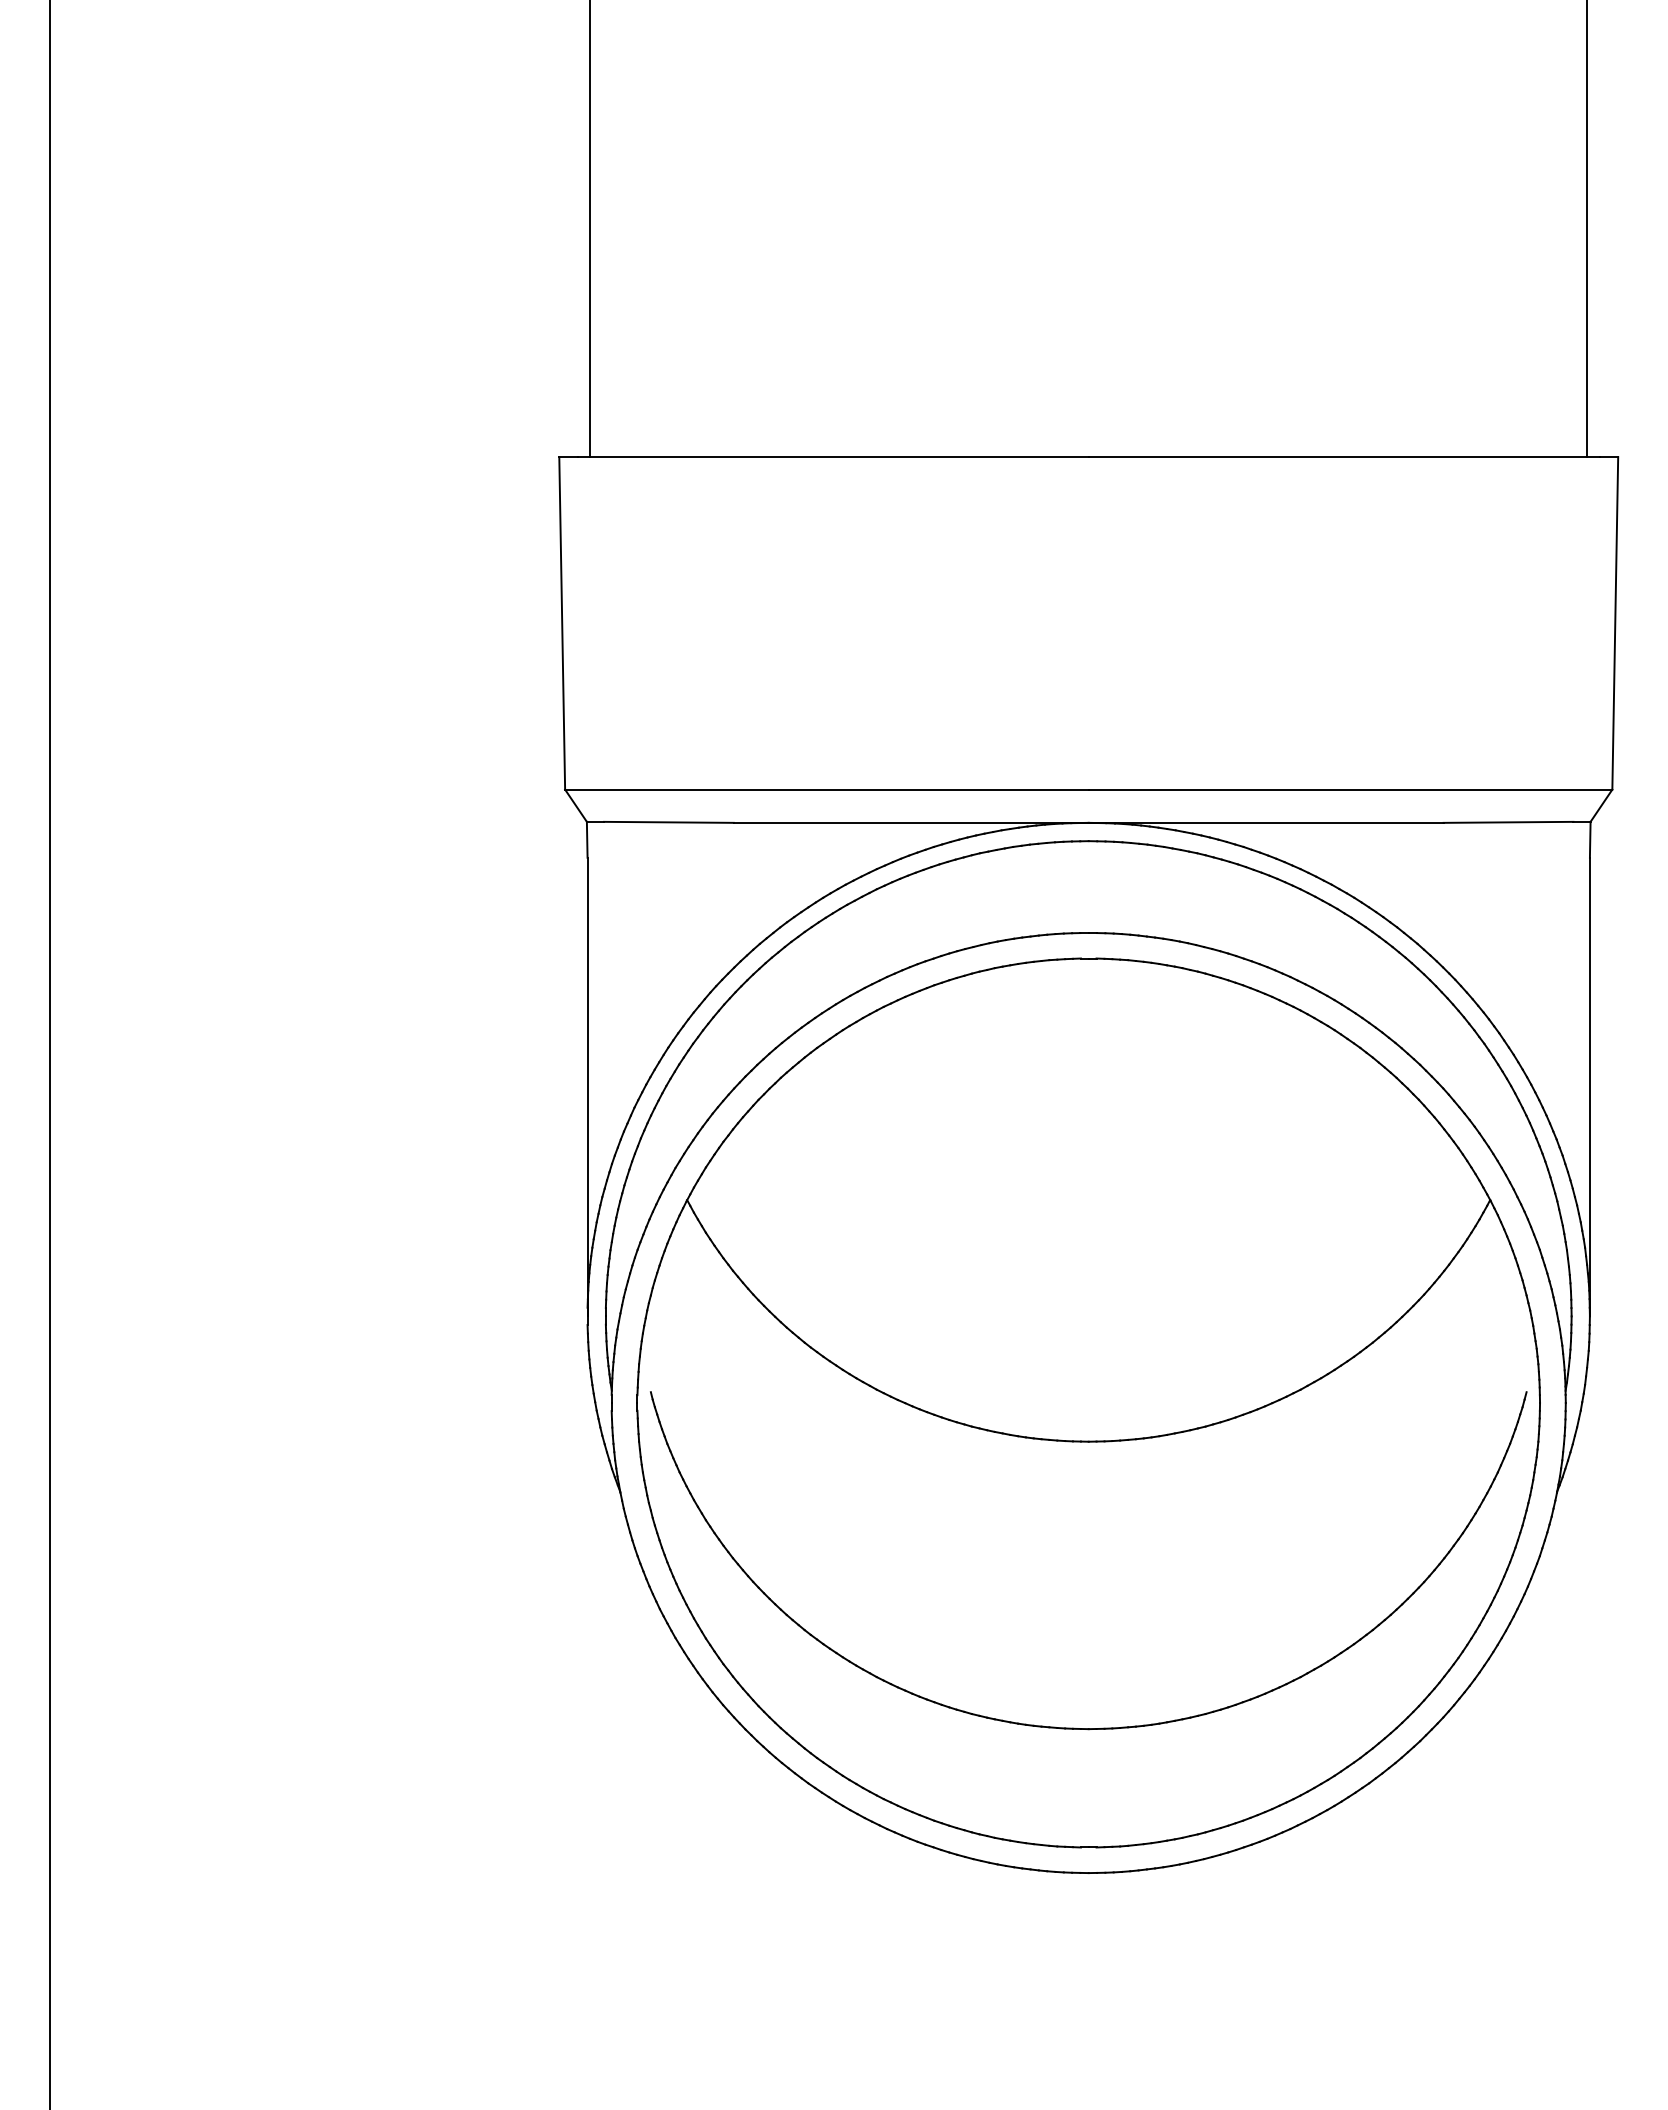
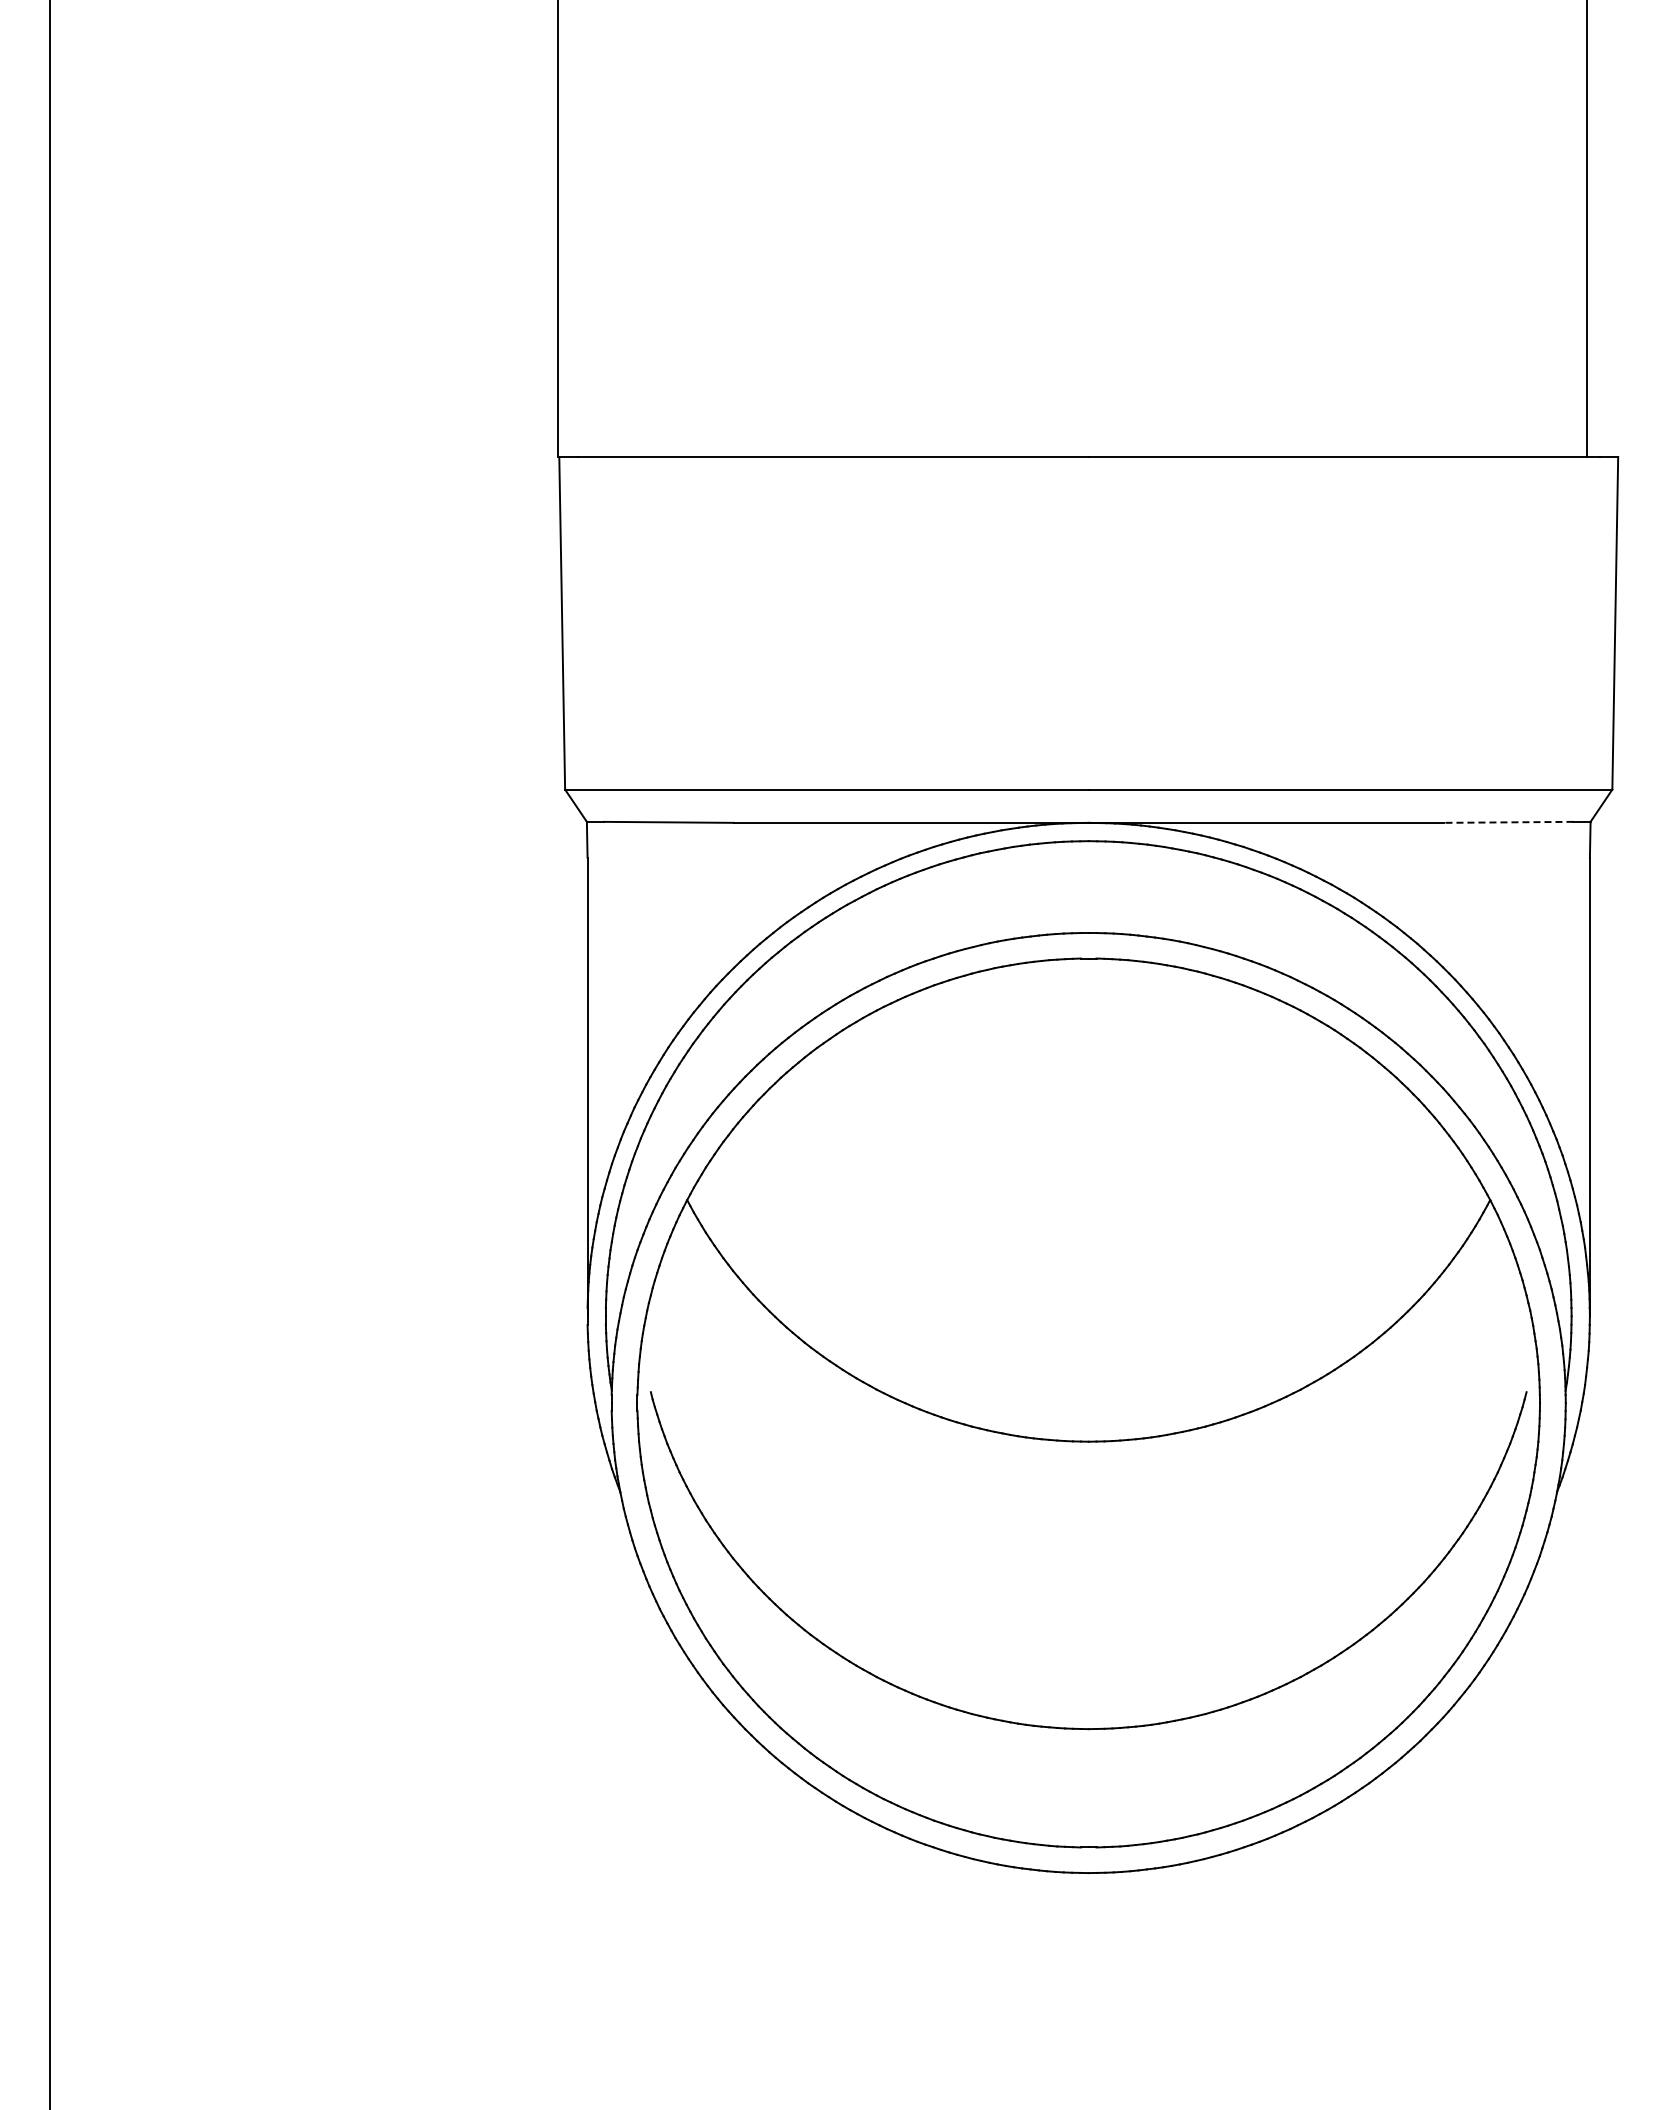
line at (590, 229) position: (590, 229) -> (558, 229)
line at (1508, 822): solid -> dashed
